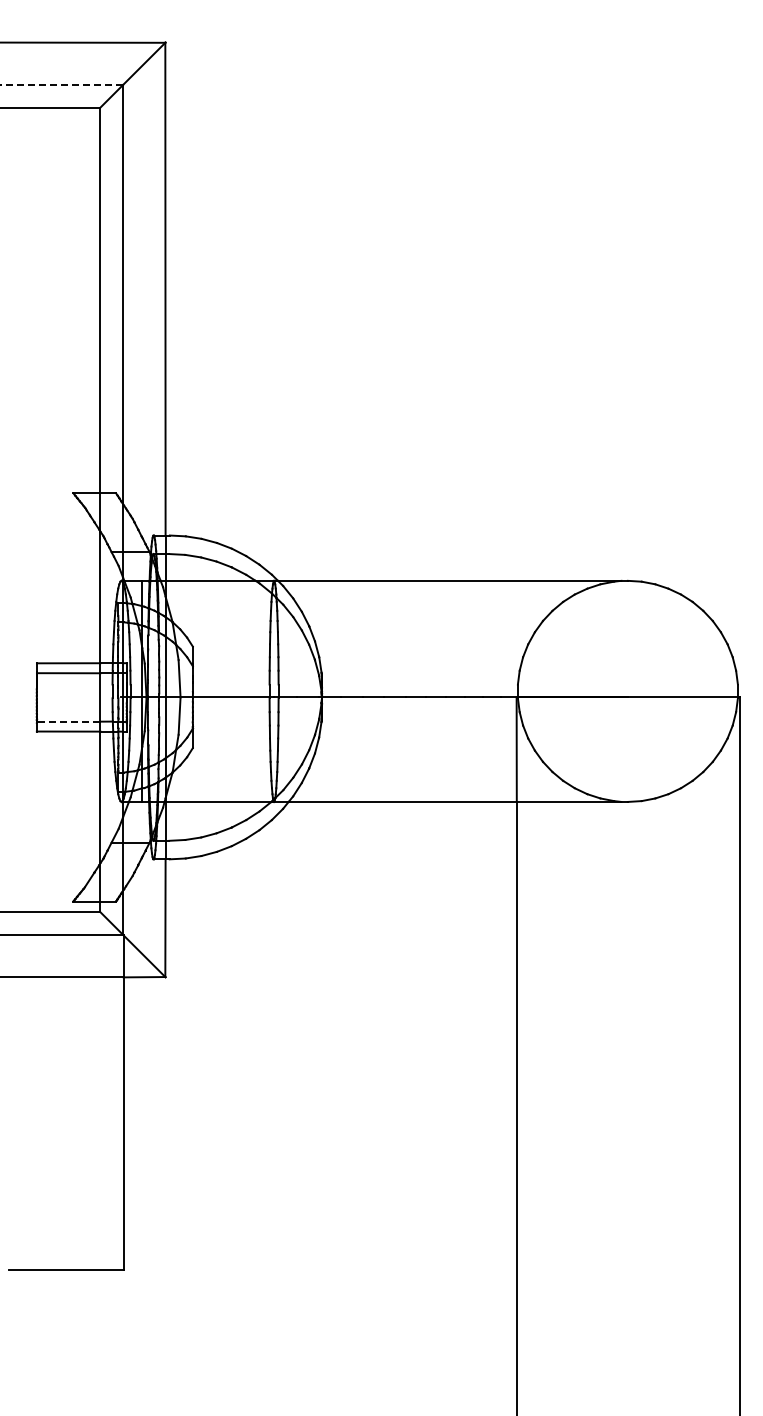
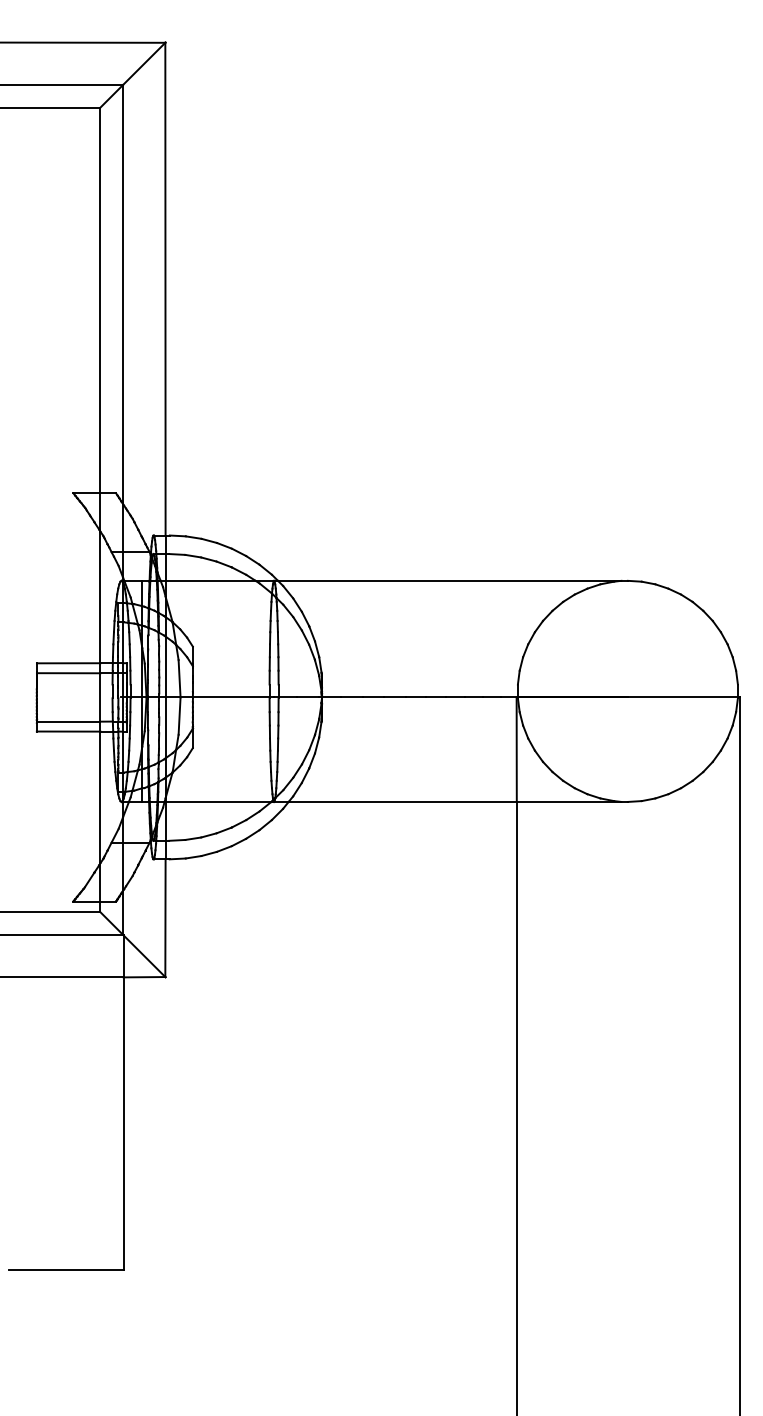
line at (61, 84): dashed -> solid
line at (68, 721): dashed -> solid
